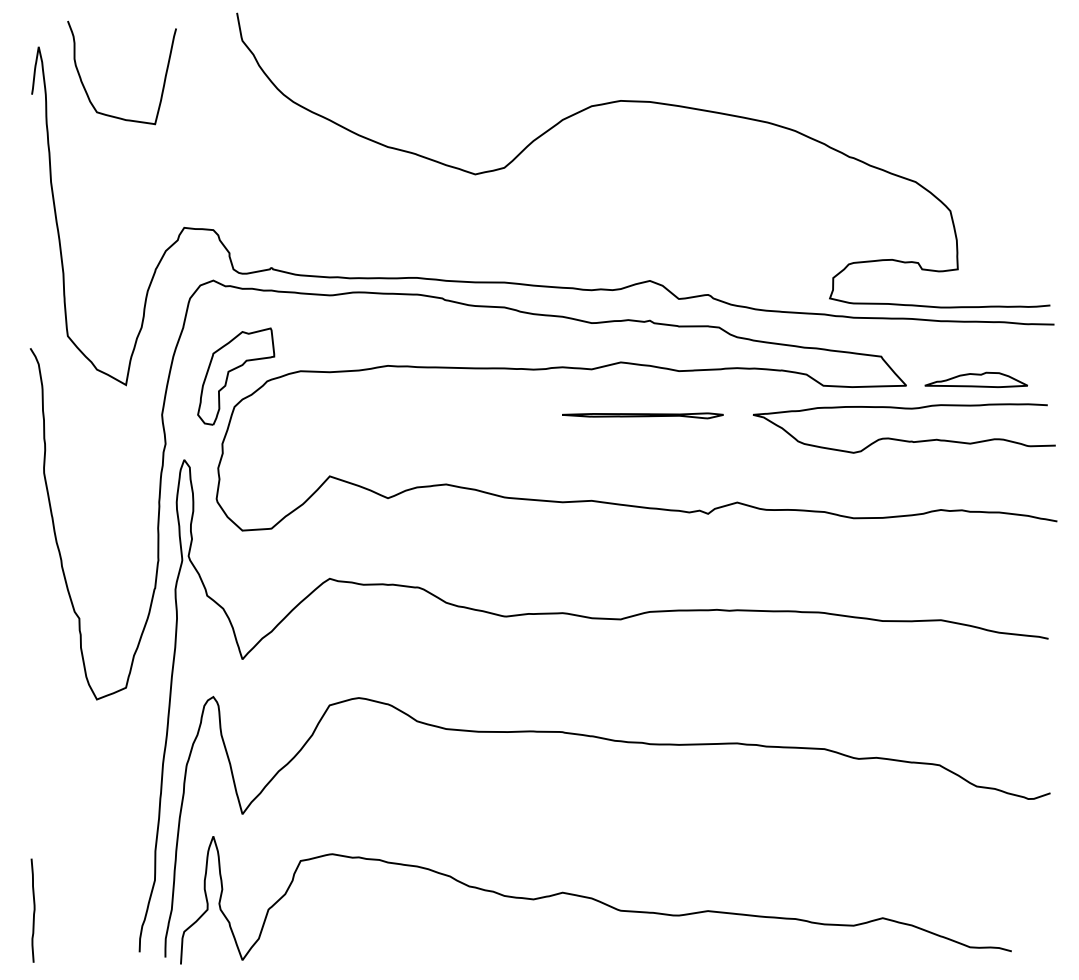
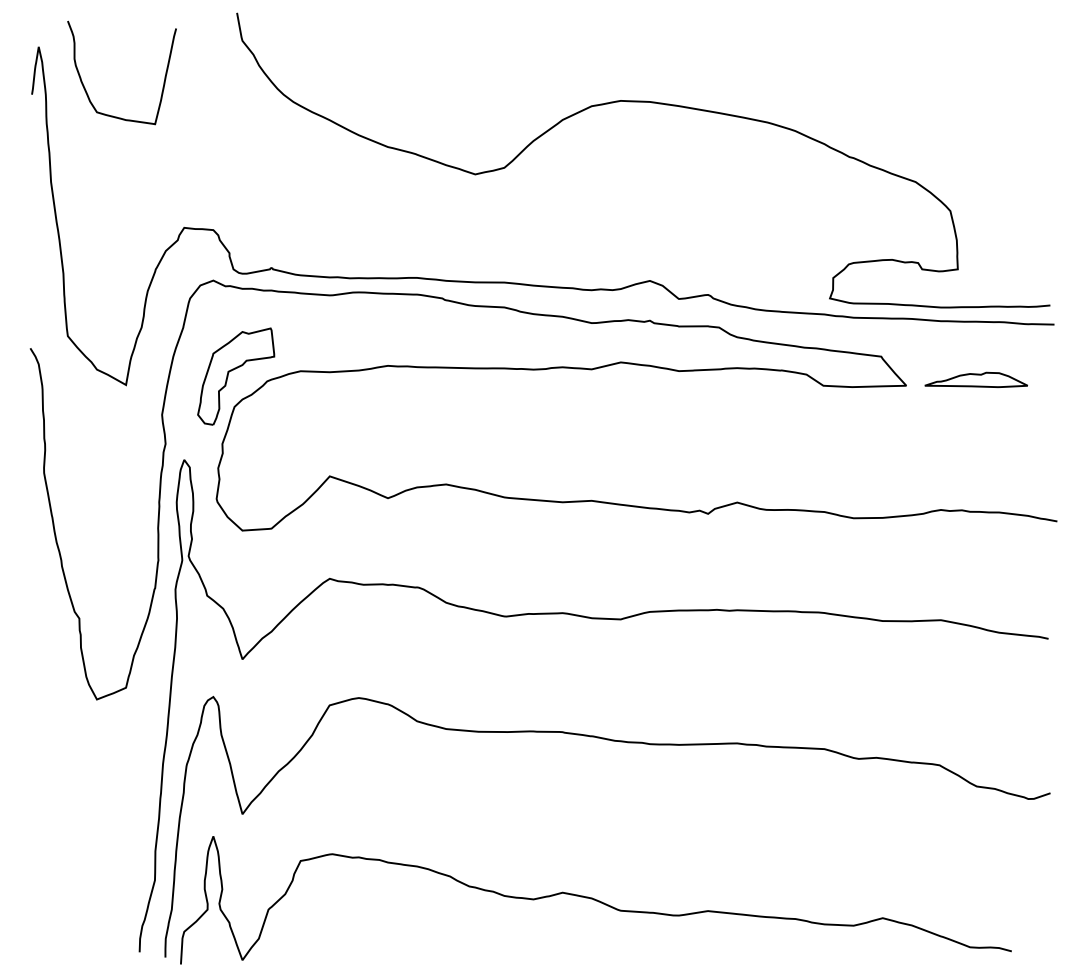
part at (642, 415): present -> none
curve at (903, 439): present -> none
curve at (33, 910): present -> none
